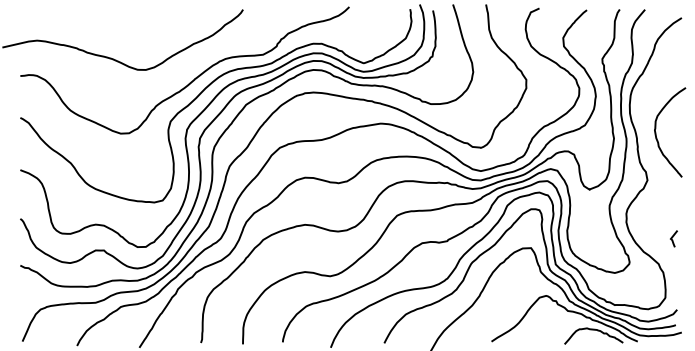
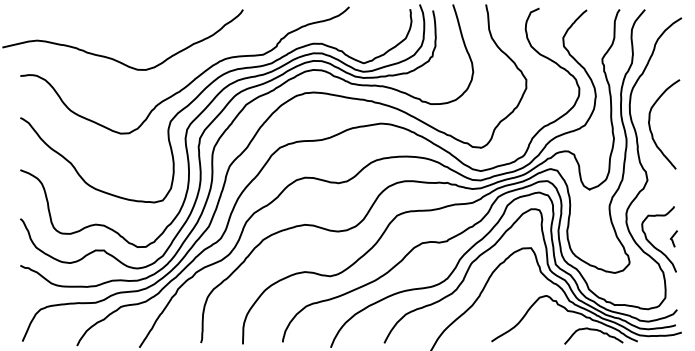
curve at (657, 137) position: (657, 137) -> (651, 129)
curve at (653, 244): none -> present
